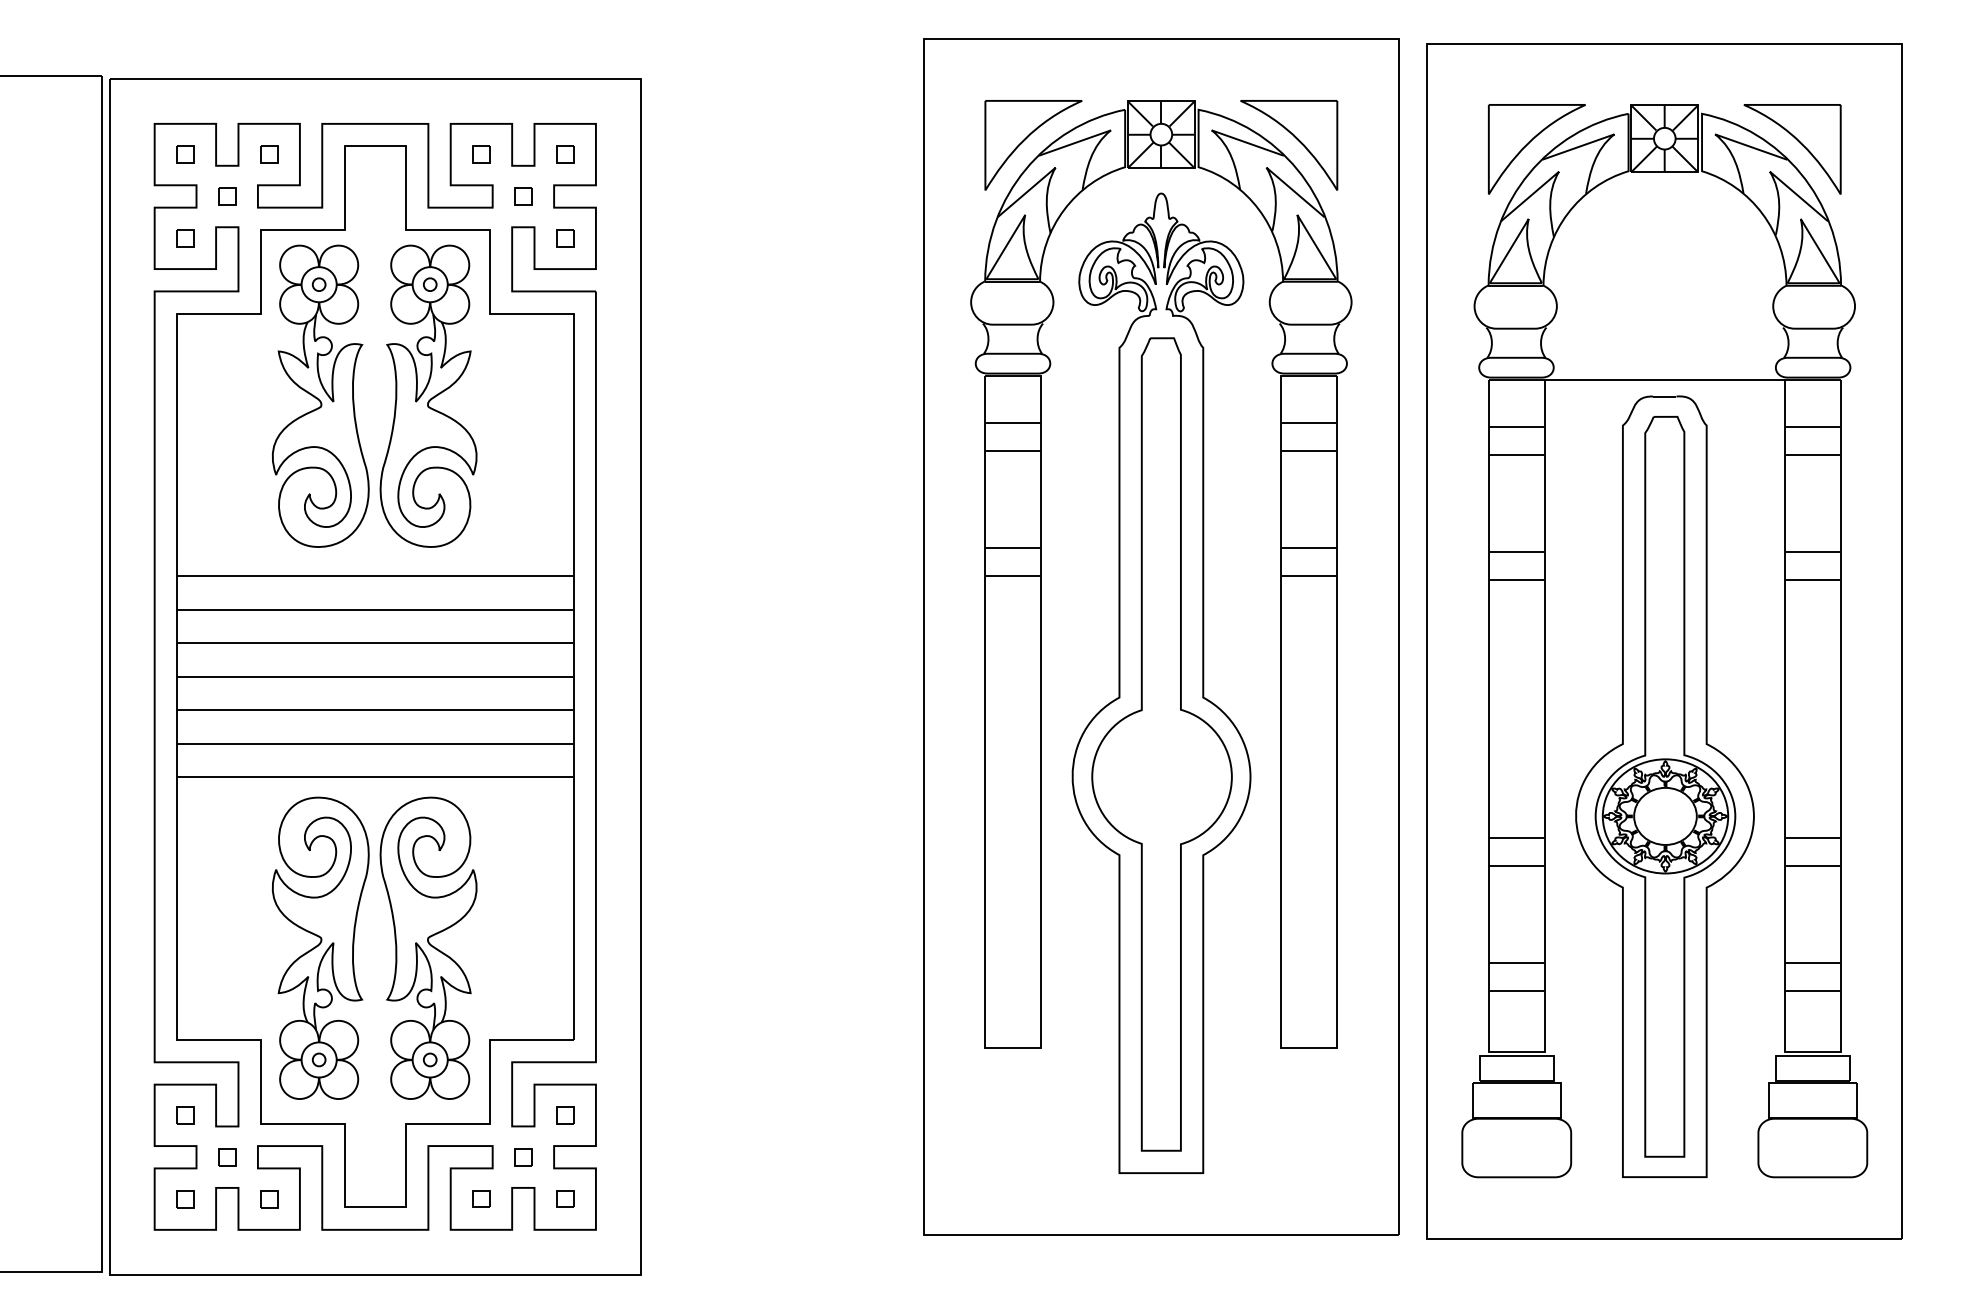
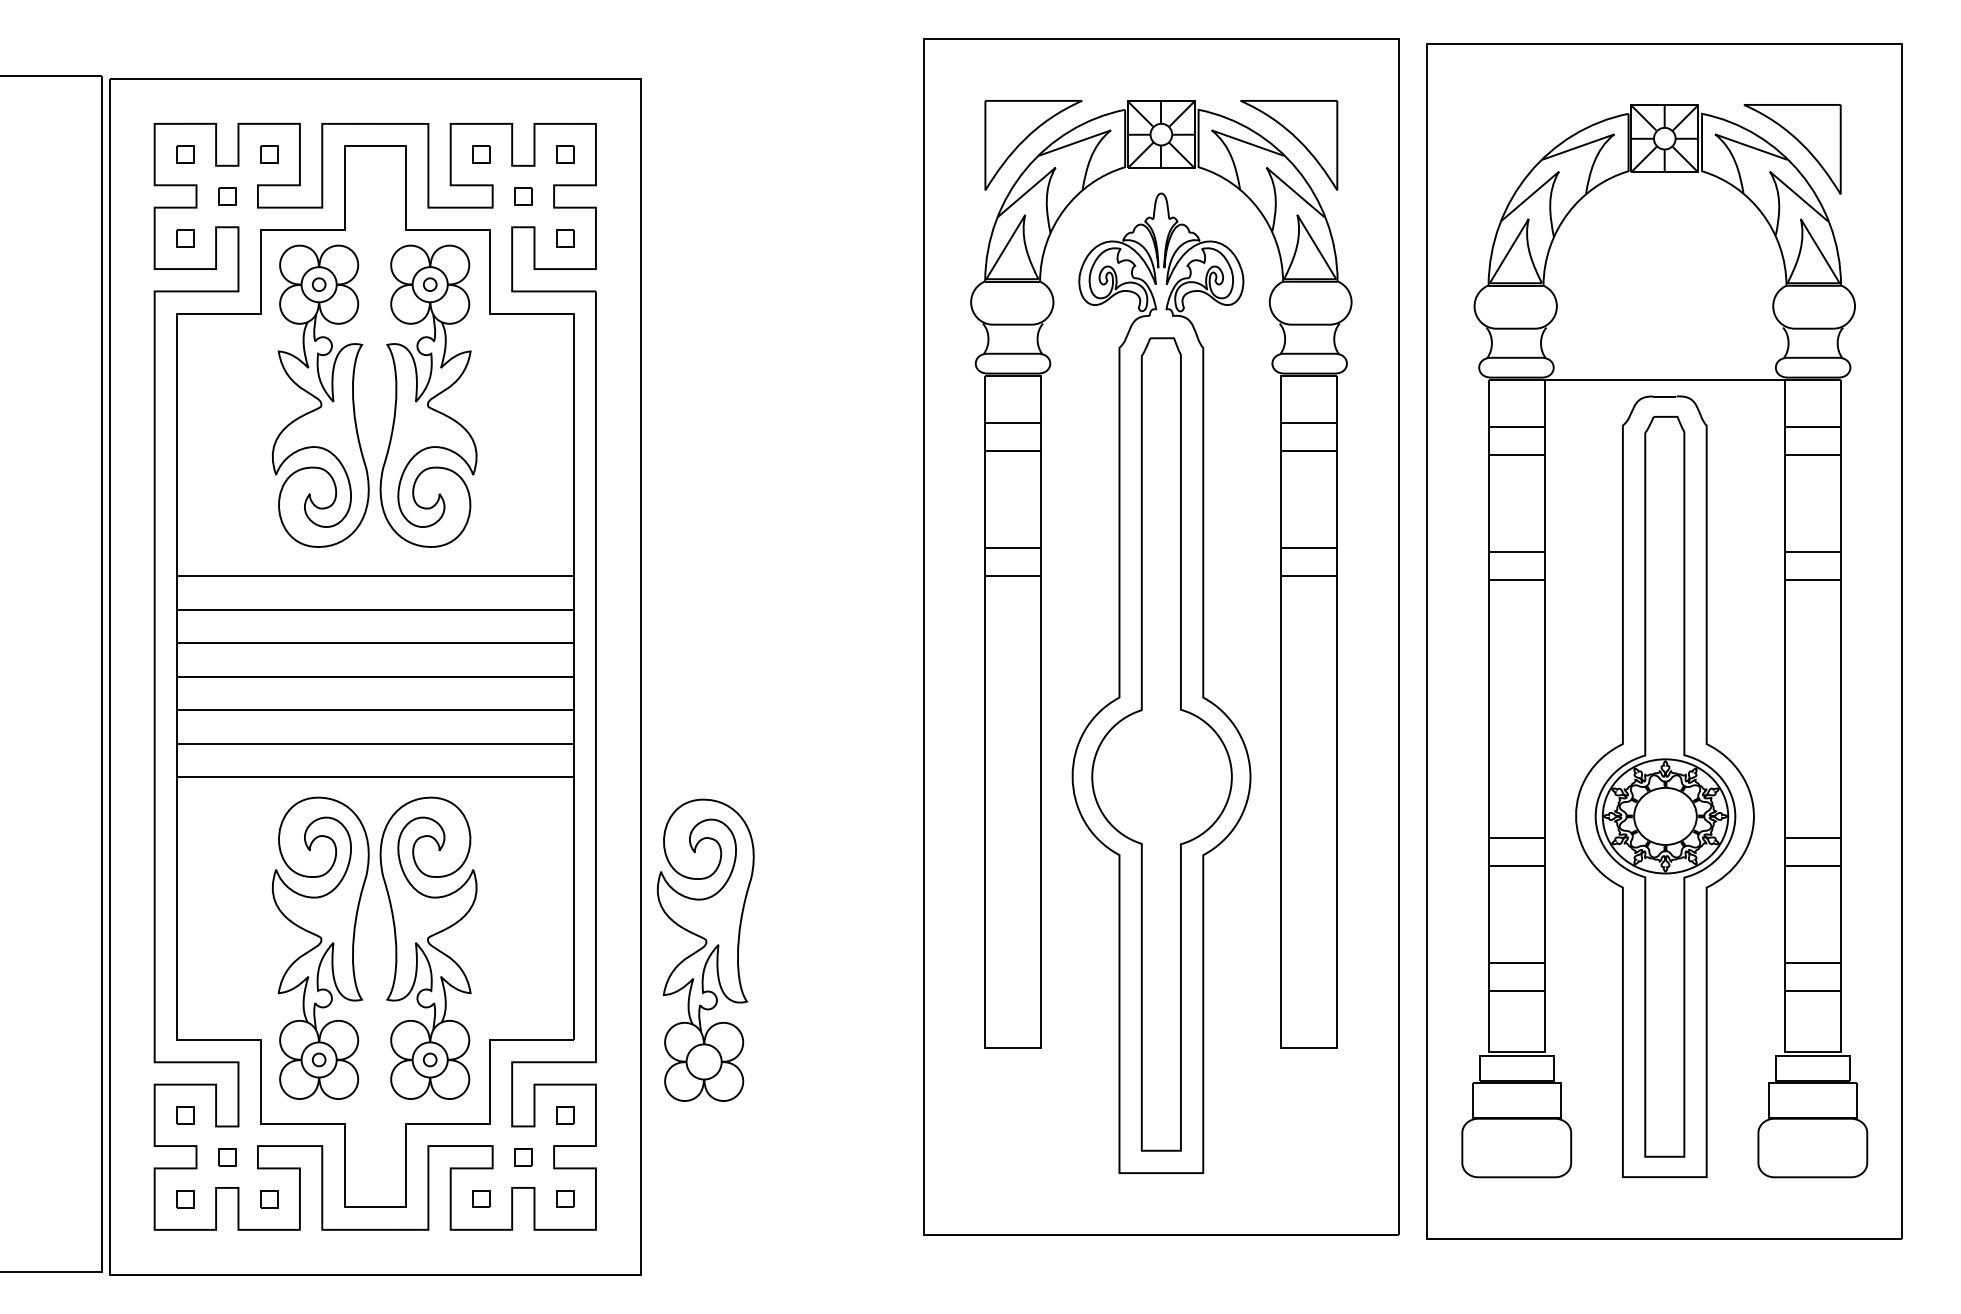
part at (1530, 142): present -> none
part at (705, 949): none -> present
